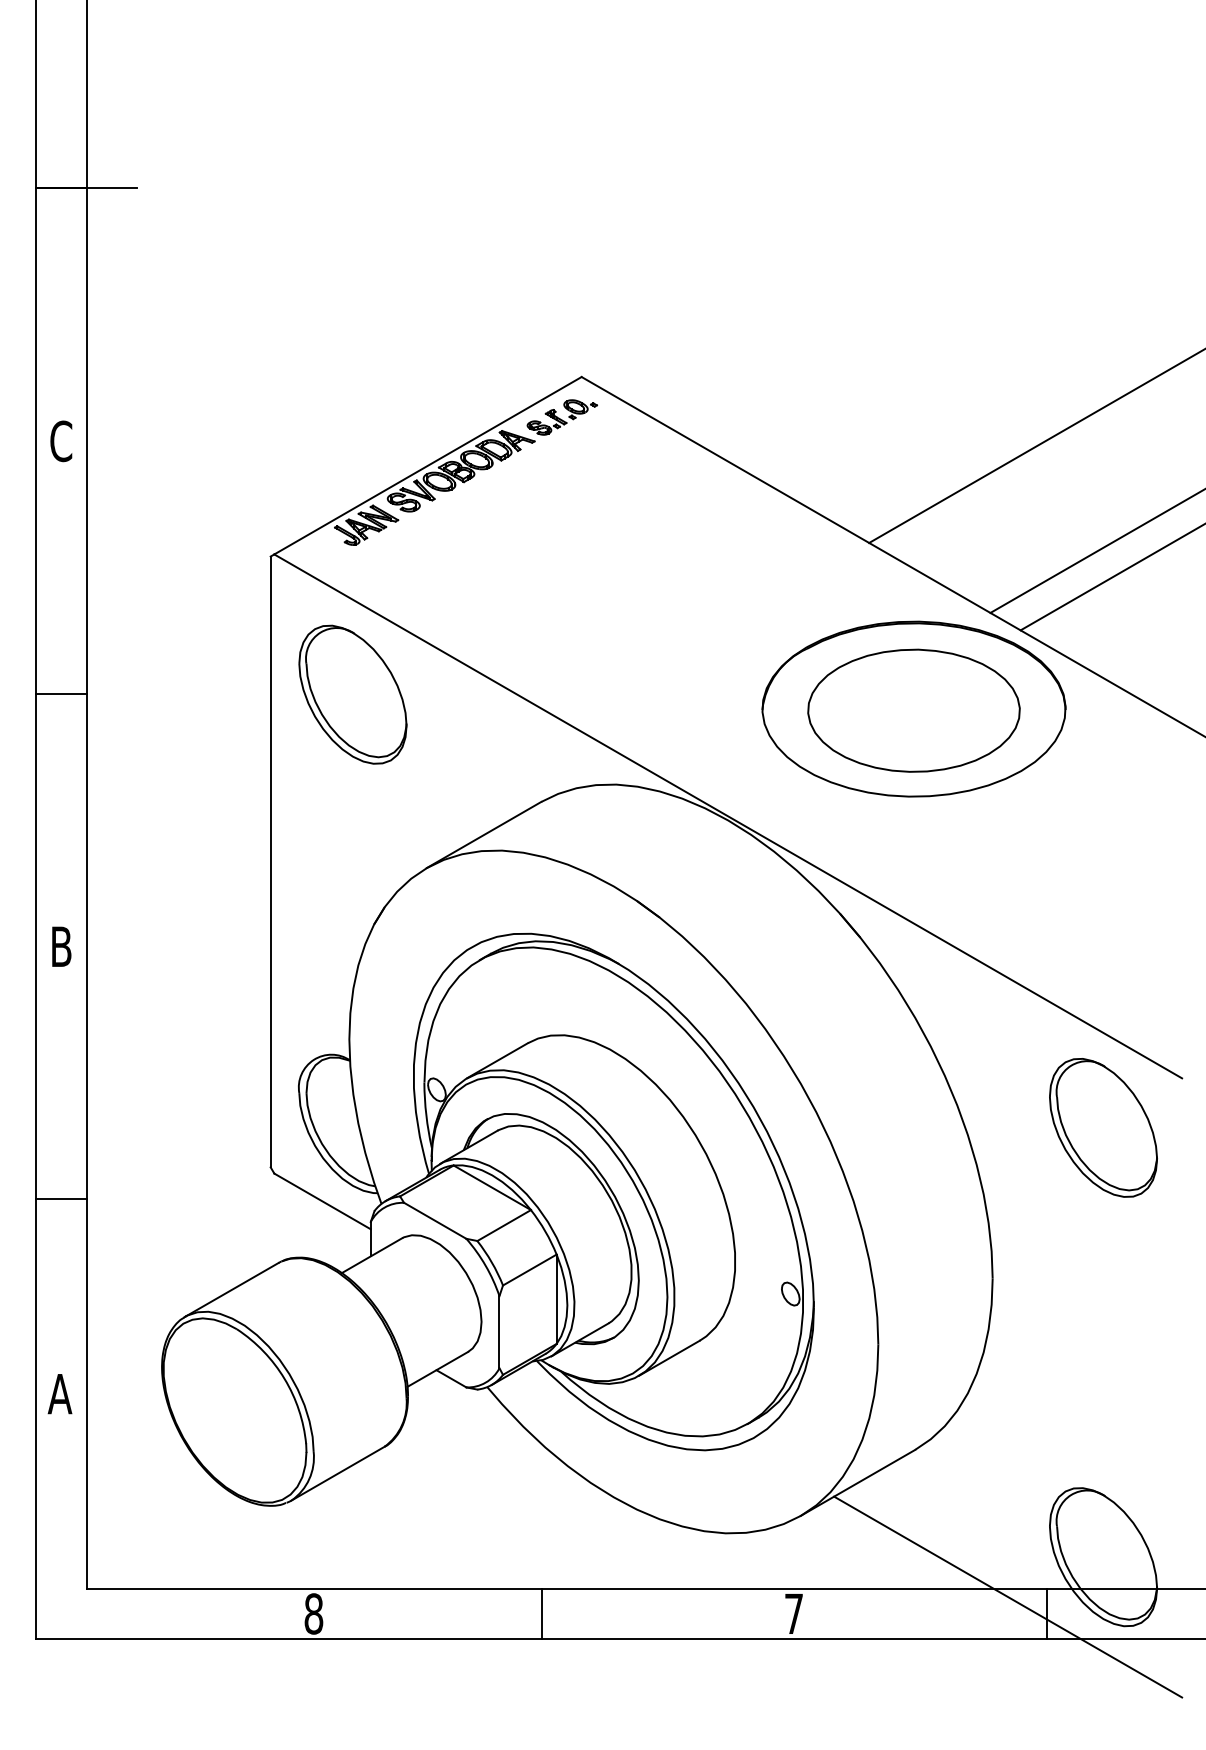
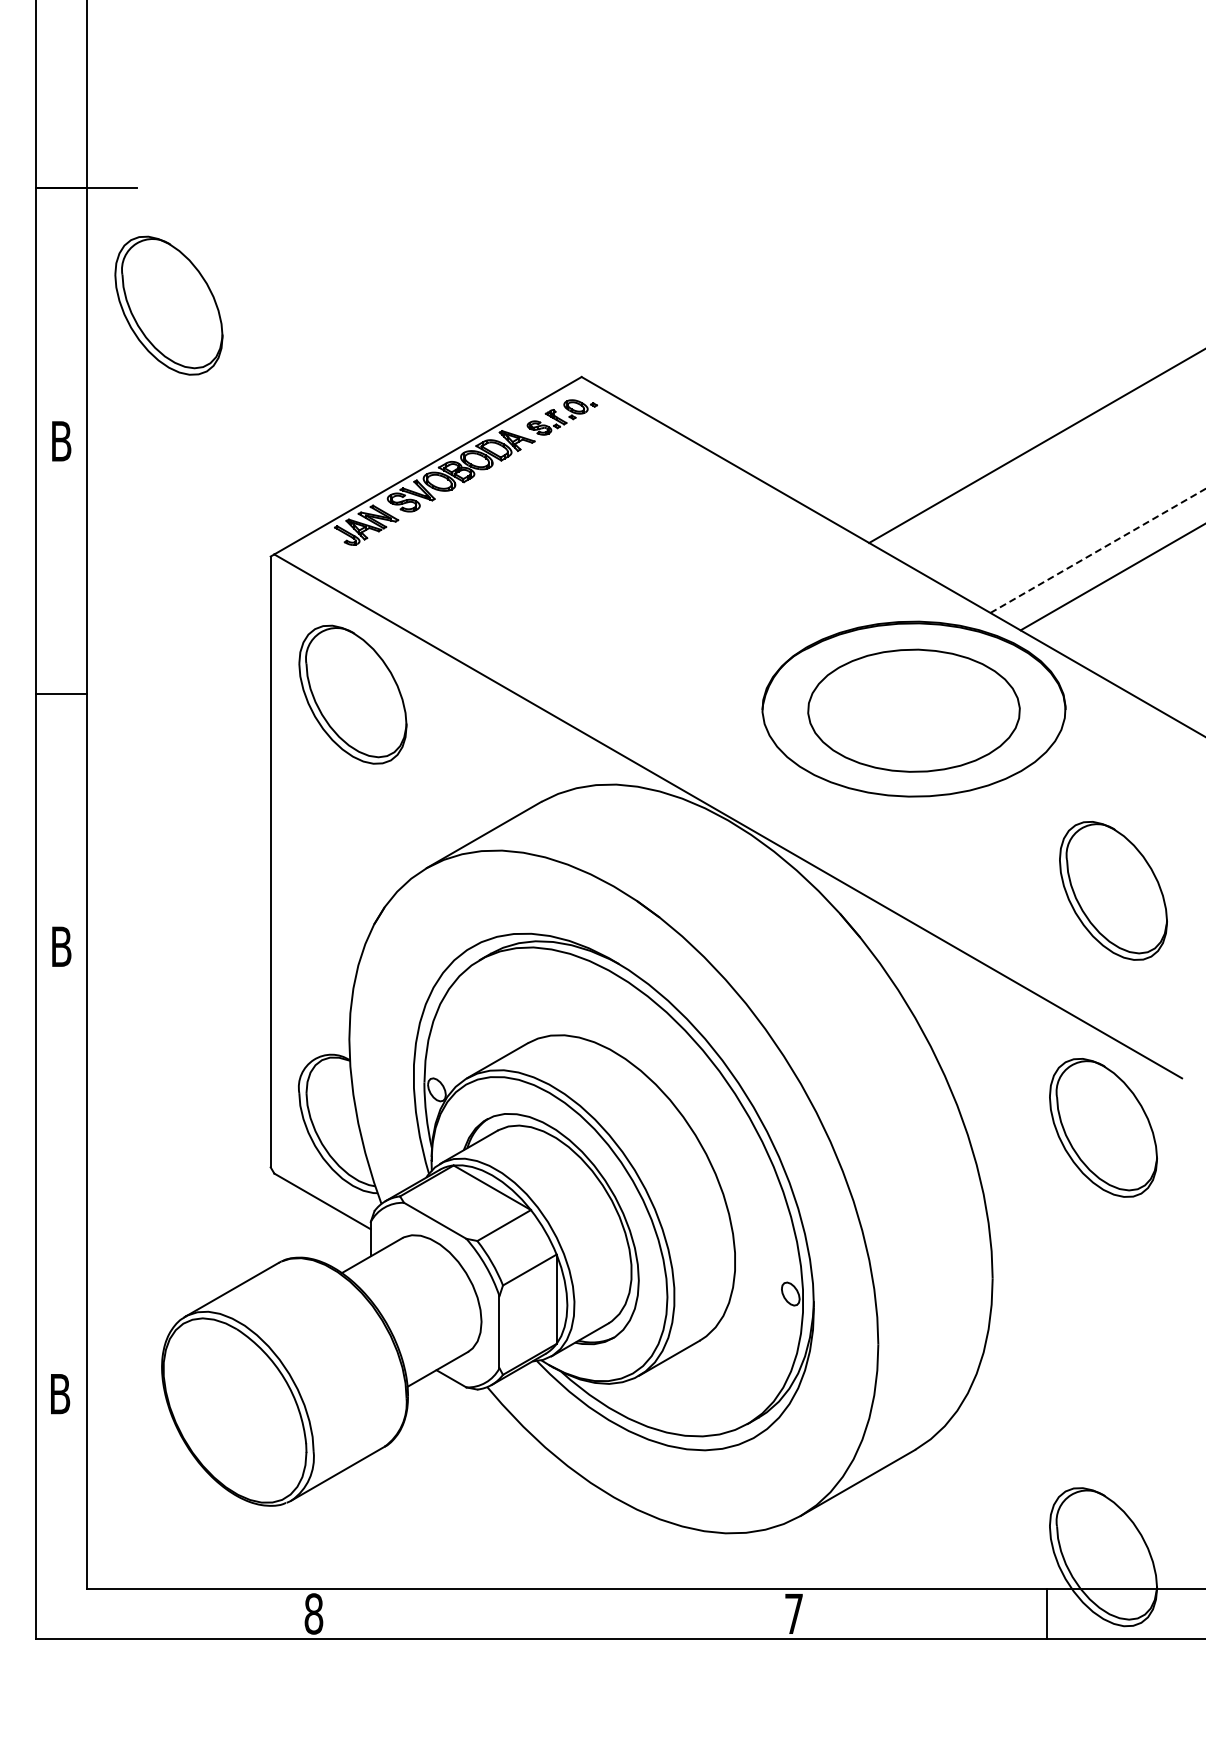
part at (168, 305): none -> present
text at (61, 441): C -> B
line at (1098, 550): solid -> dashed
part at (1113, 890): none -> present
line at (61, 1199): present -> none
text at (59, 1394): A -> B
line at (1008, 1596): present -> none
line at (541, 1613): present -> none
